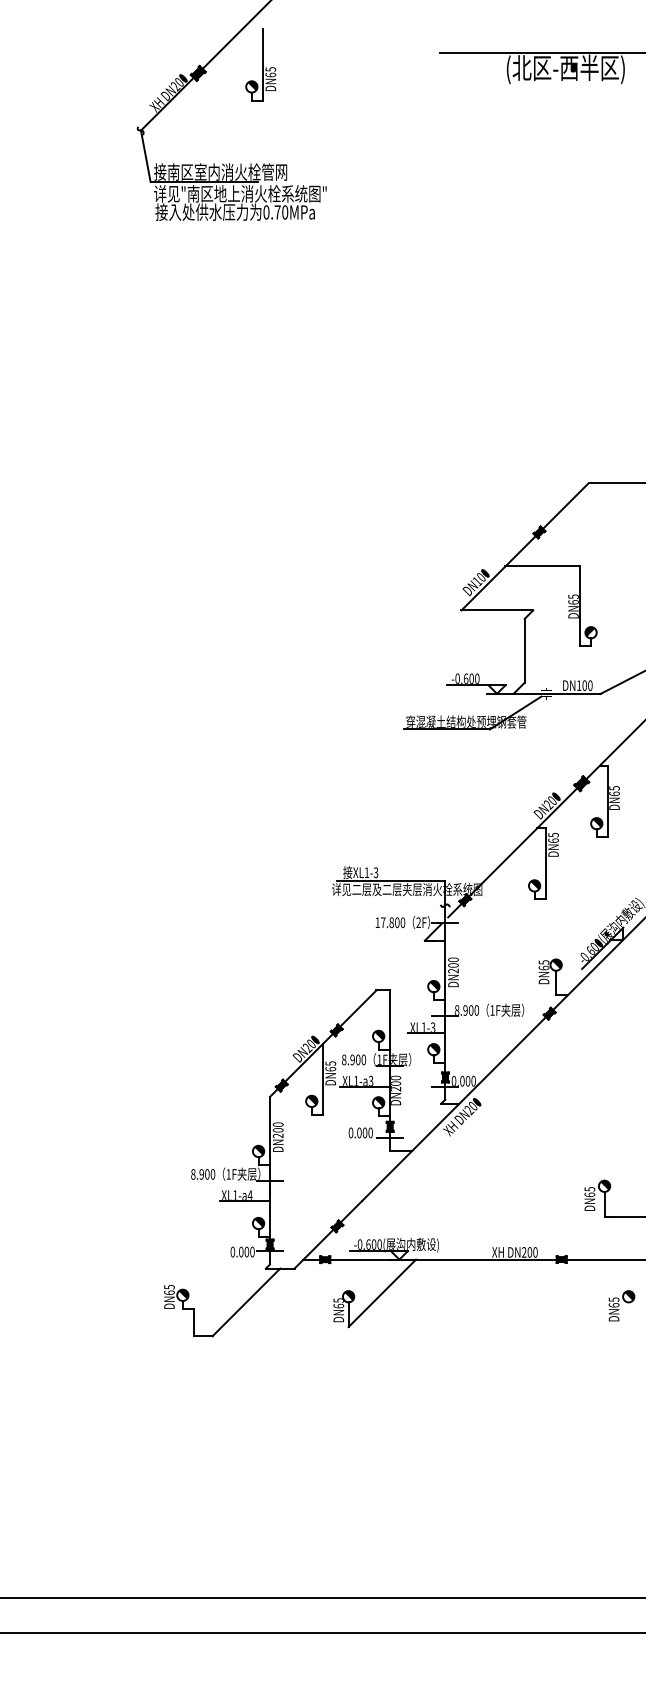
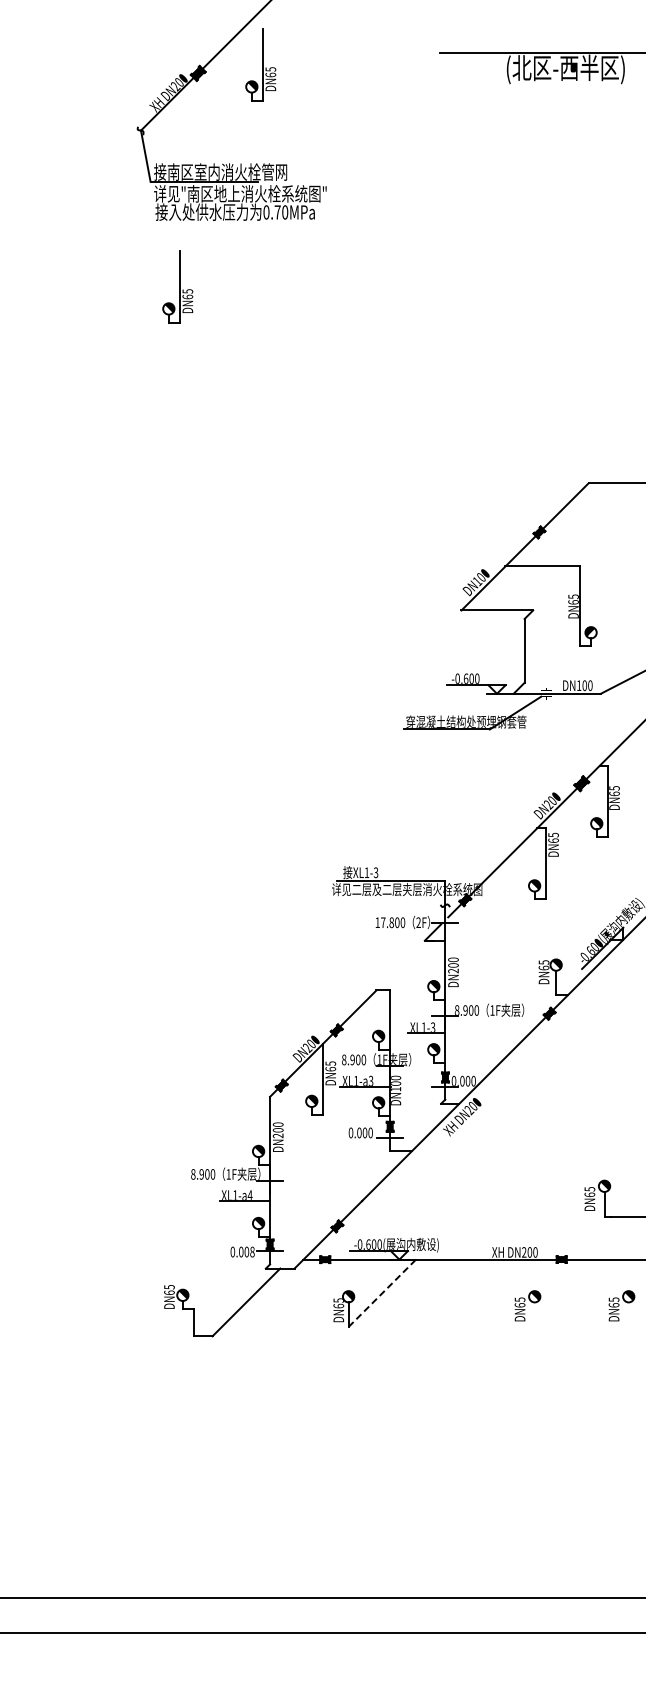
part at (177, 286): none -> present
text at (395, 1089): DN200 -> DN100
text at (252, 1252): 0.000 -> 0.008
line at (382, 1293): solid -> dashed
part at (527, 1305): none -> present
